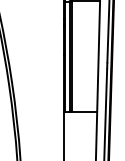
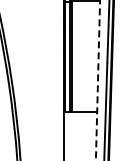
line at (97, 80): solid -> dashed
